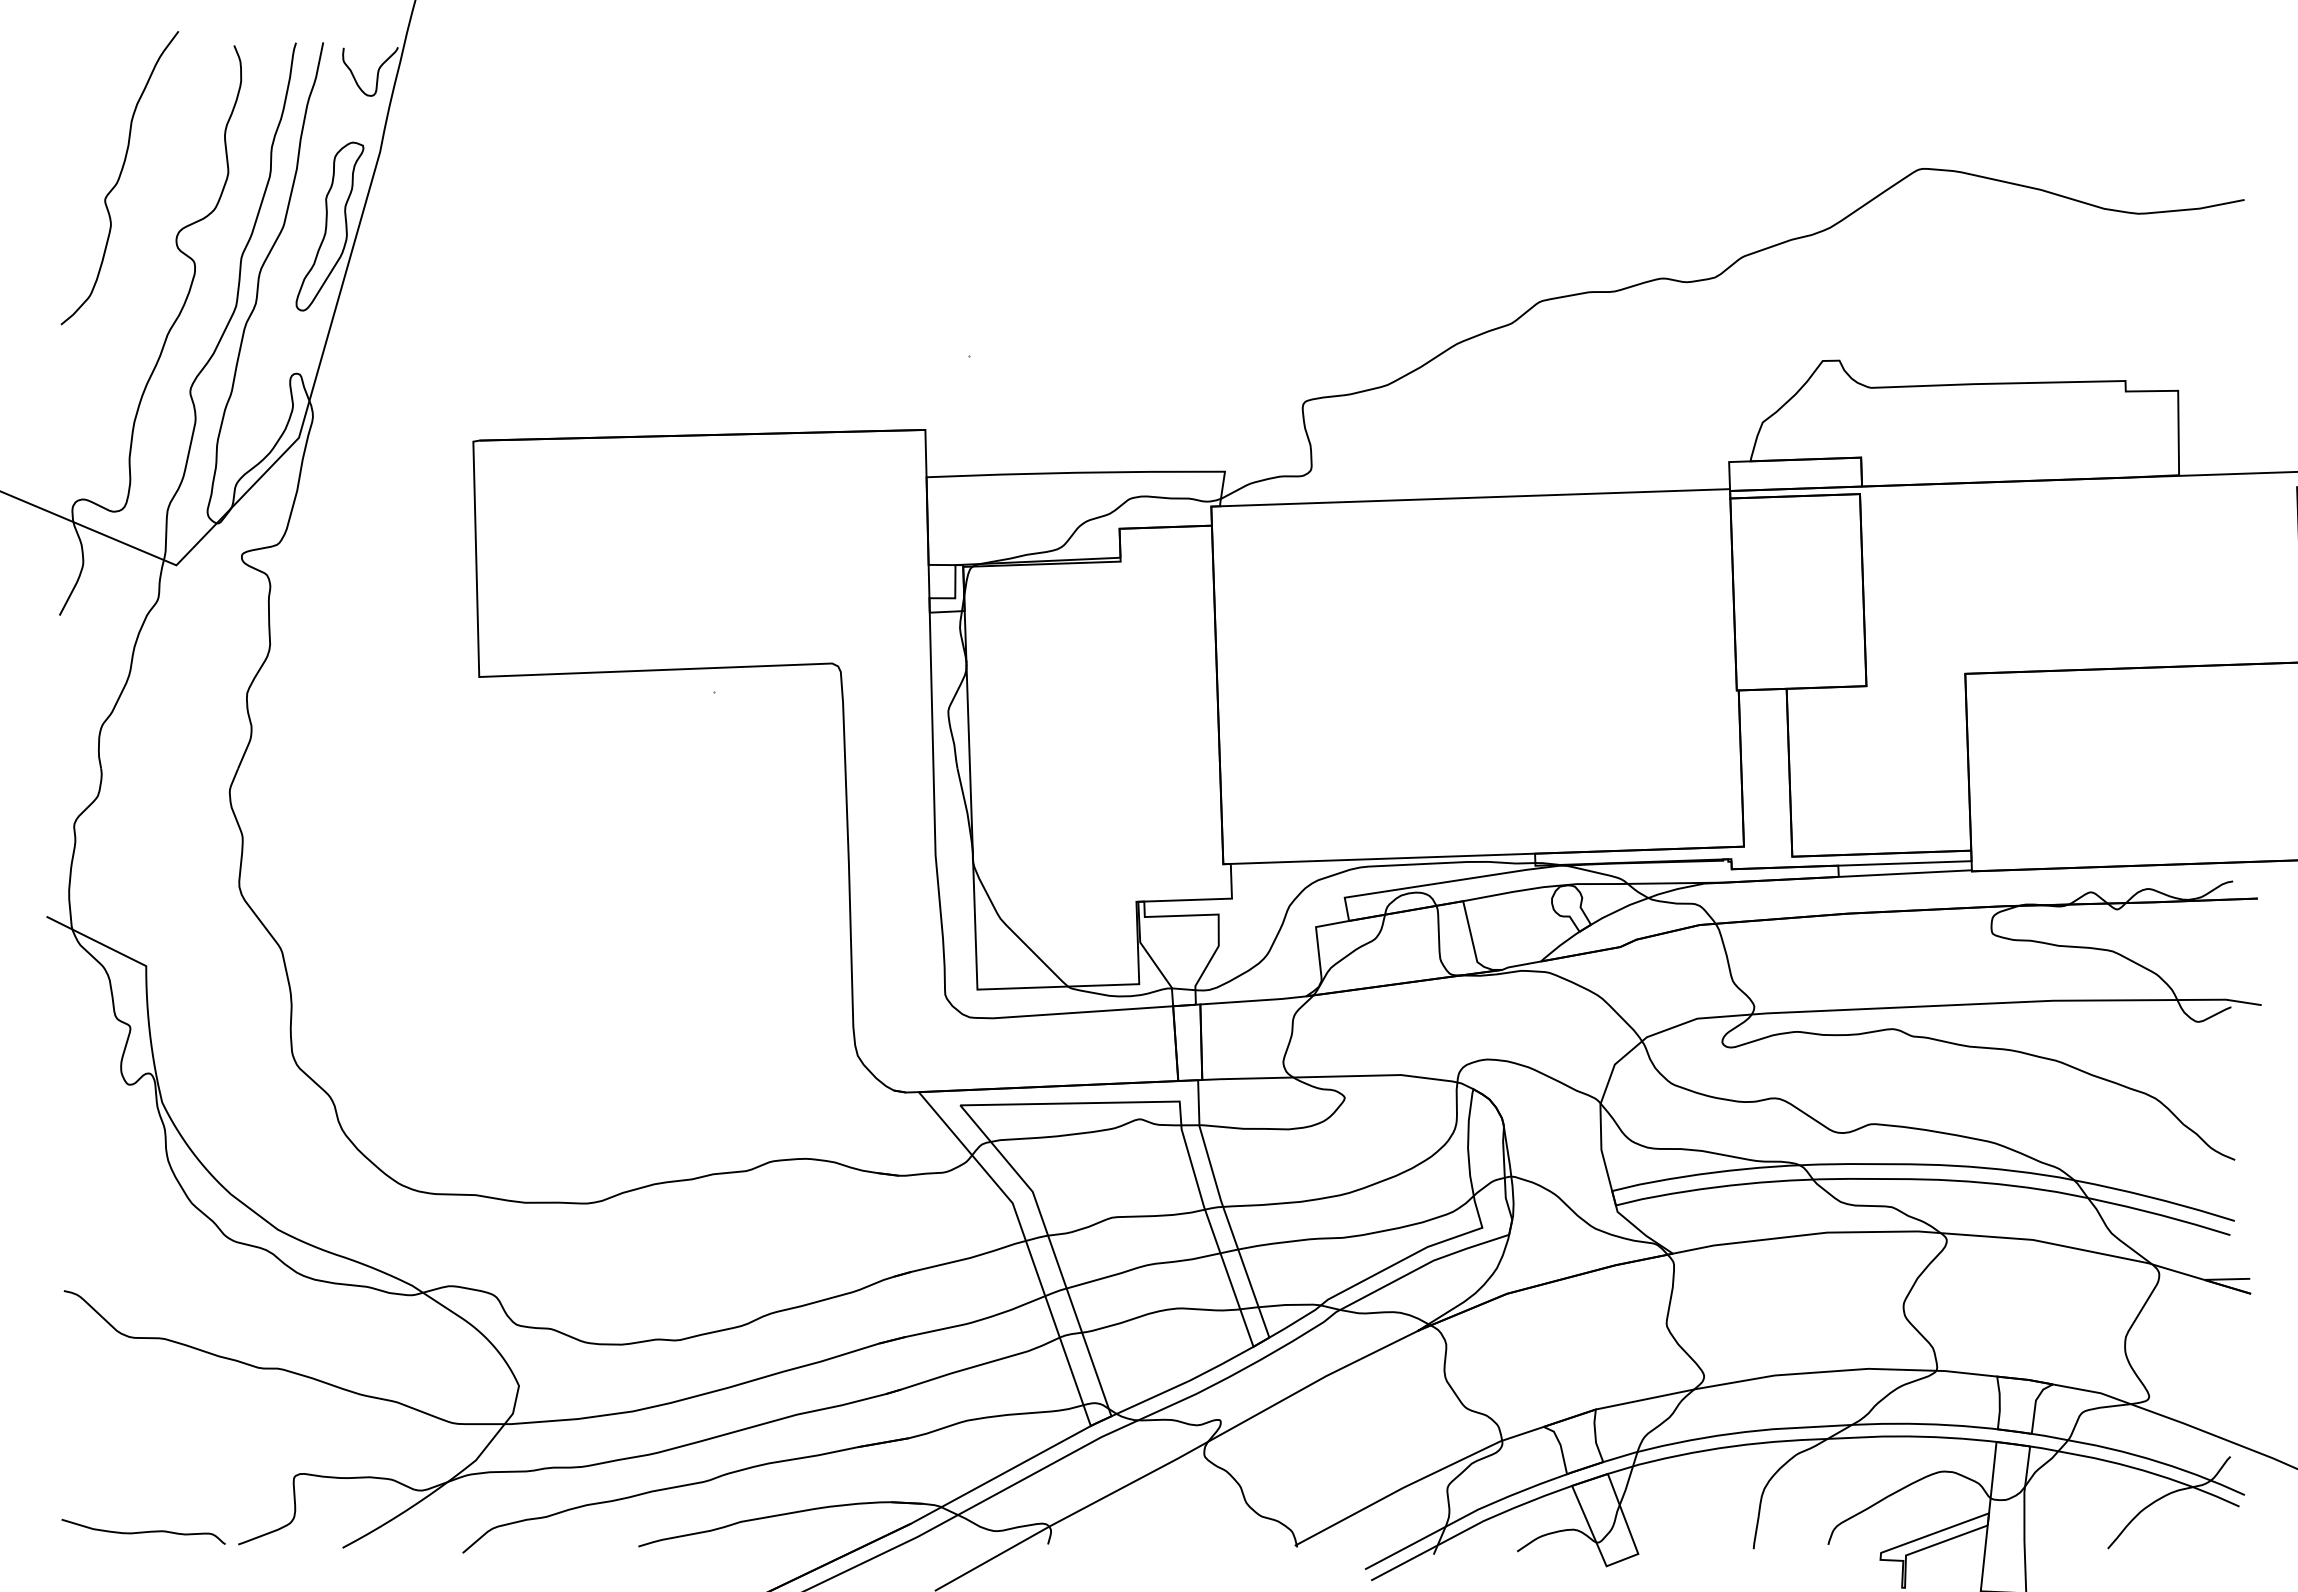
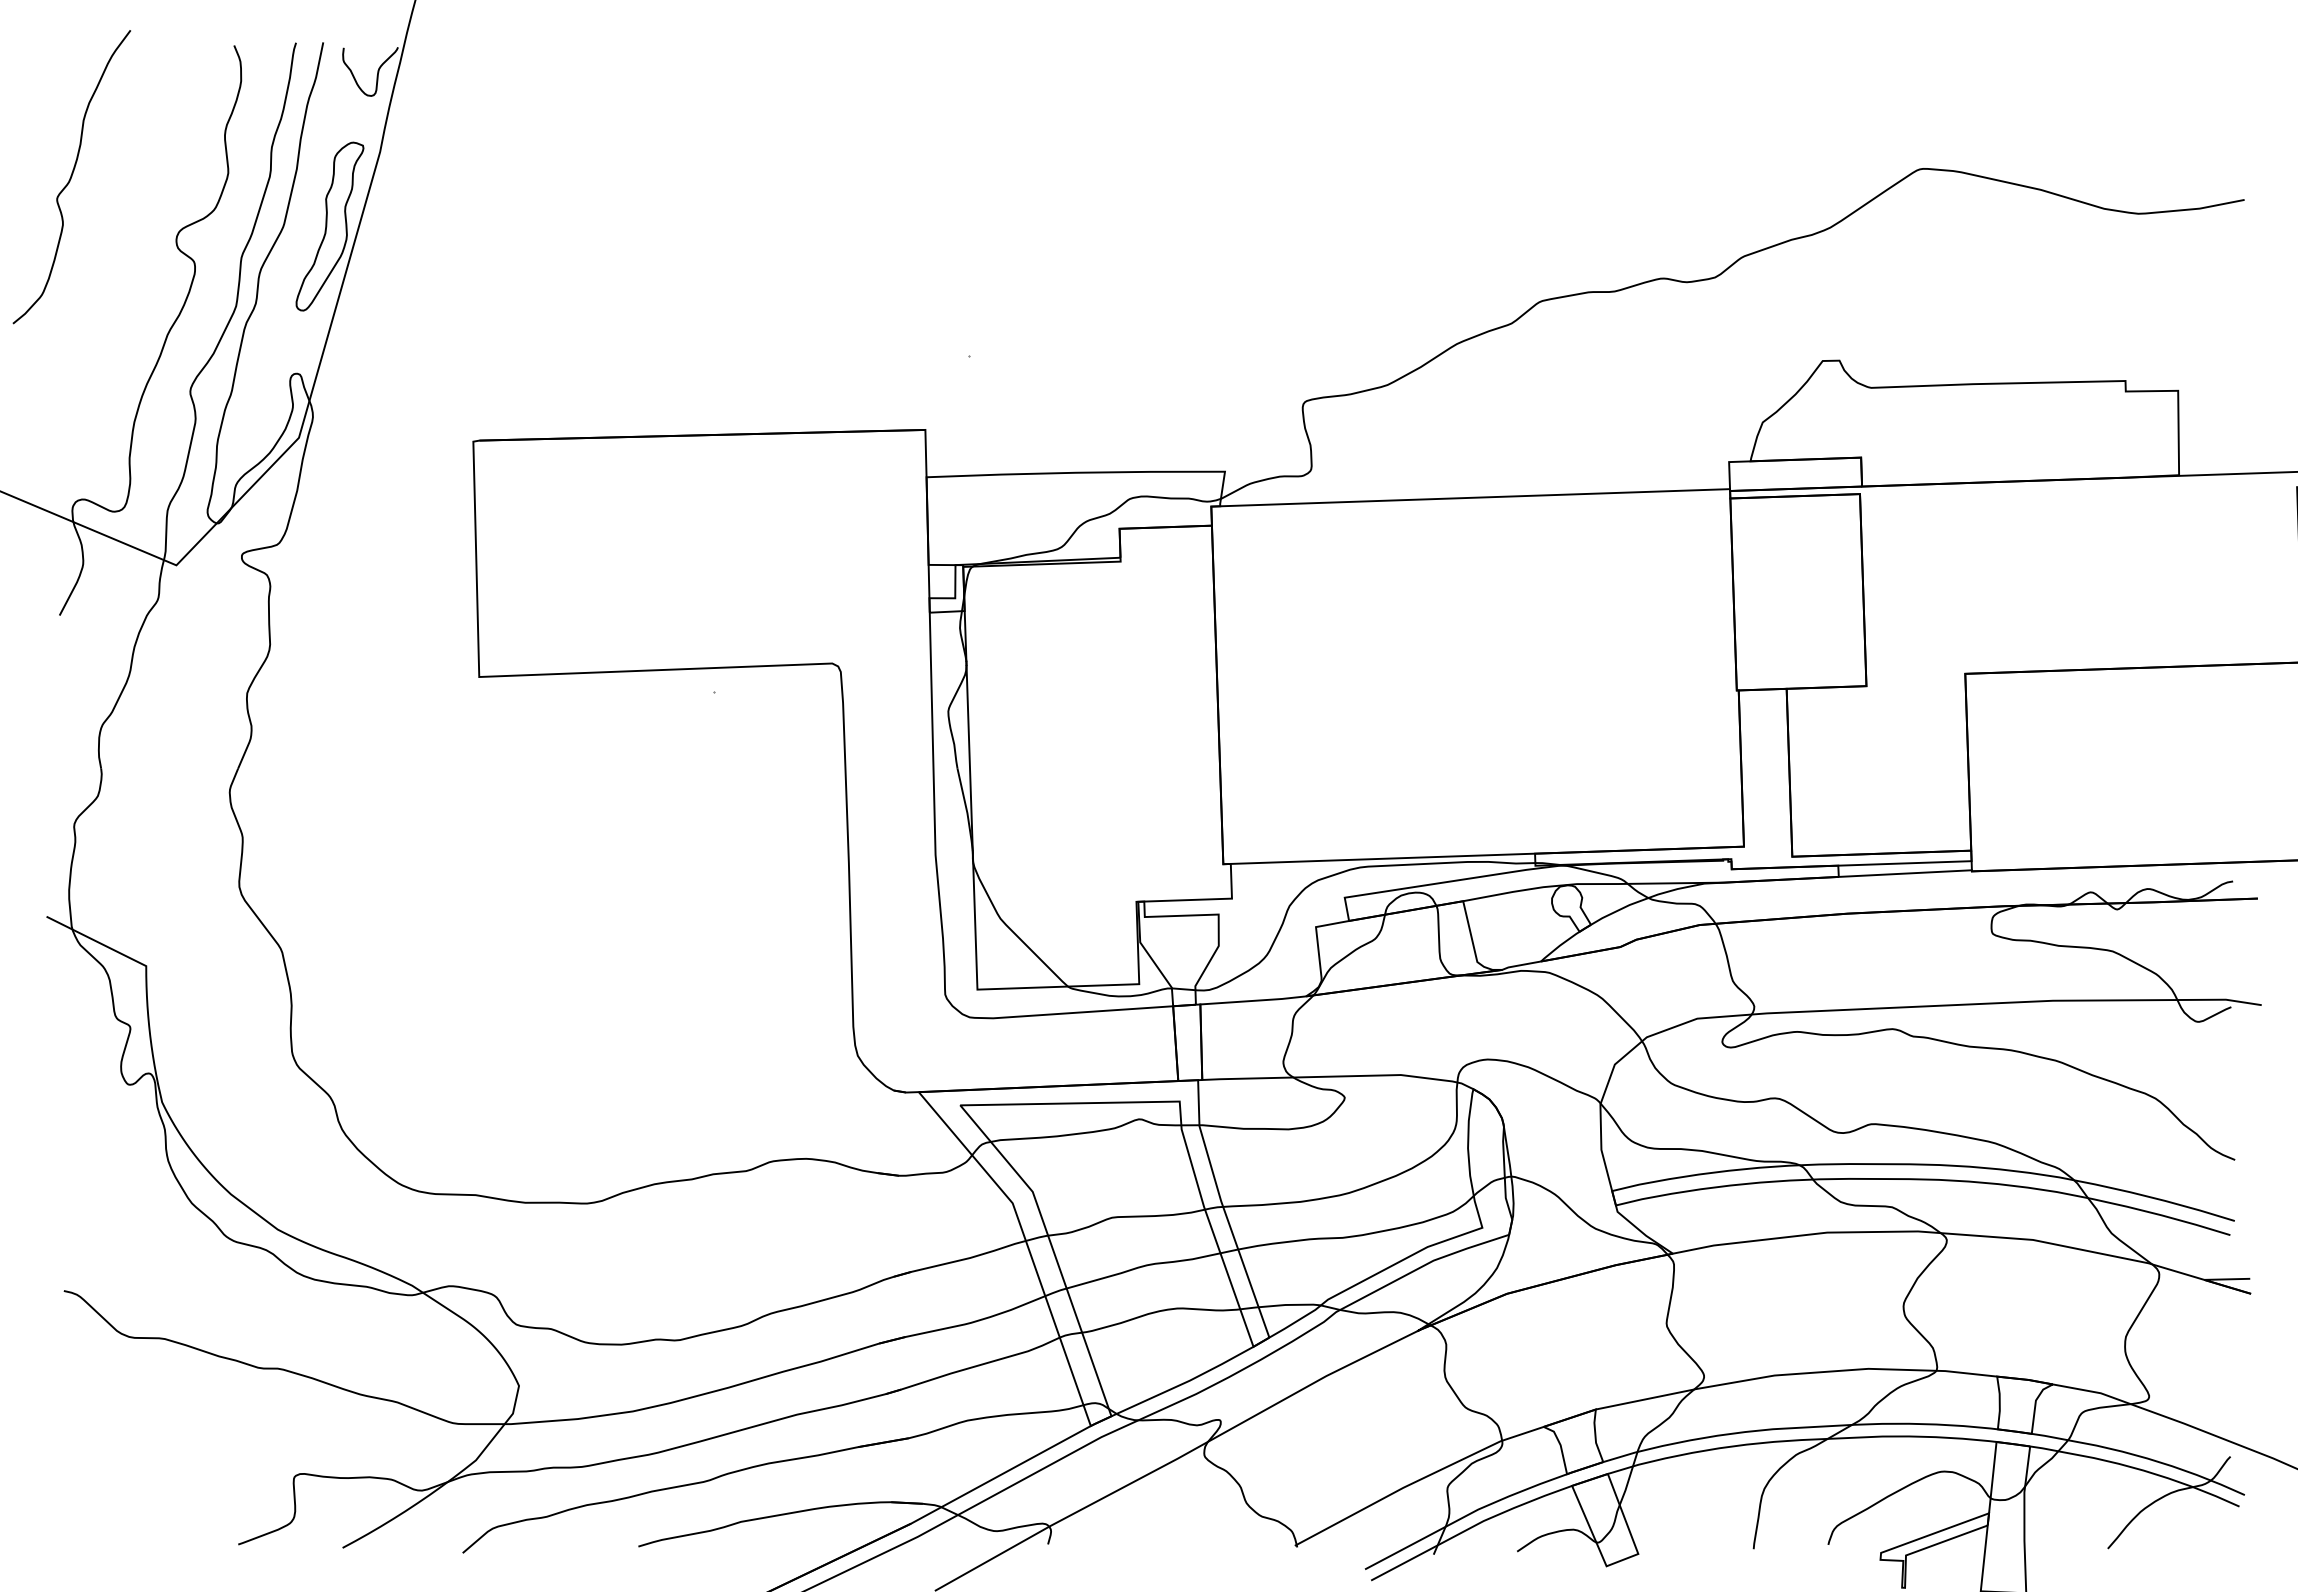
curve at (119, 178) position: (119, 178) -> (71, 177)
curve at (143, 1531): present -> none
